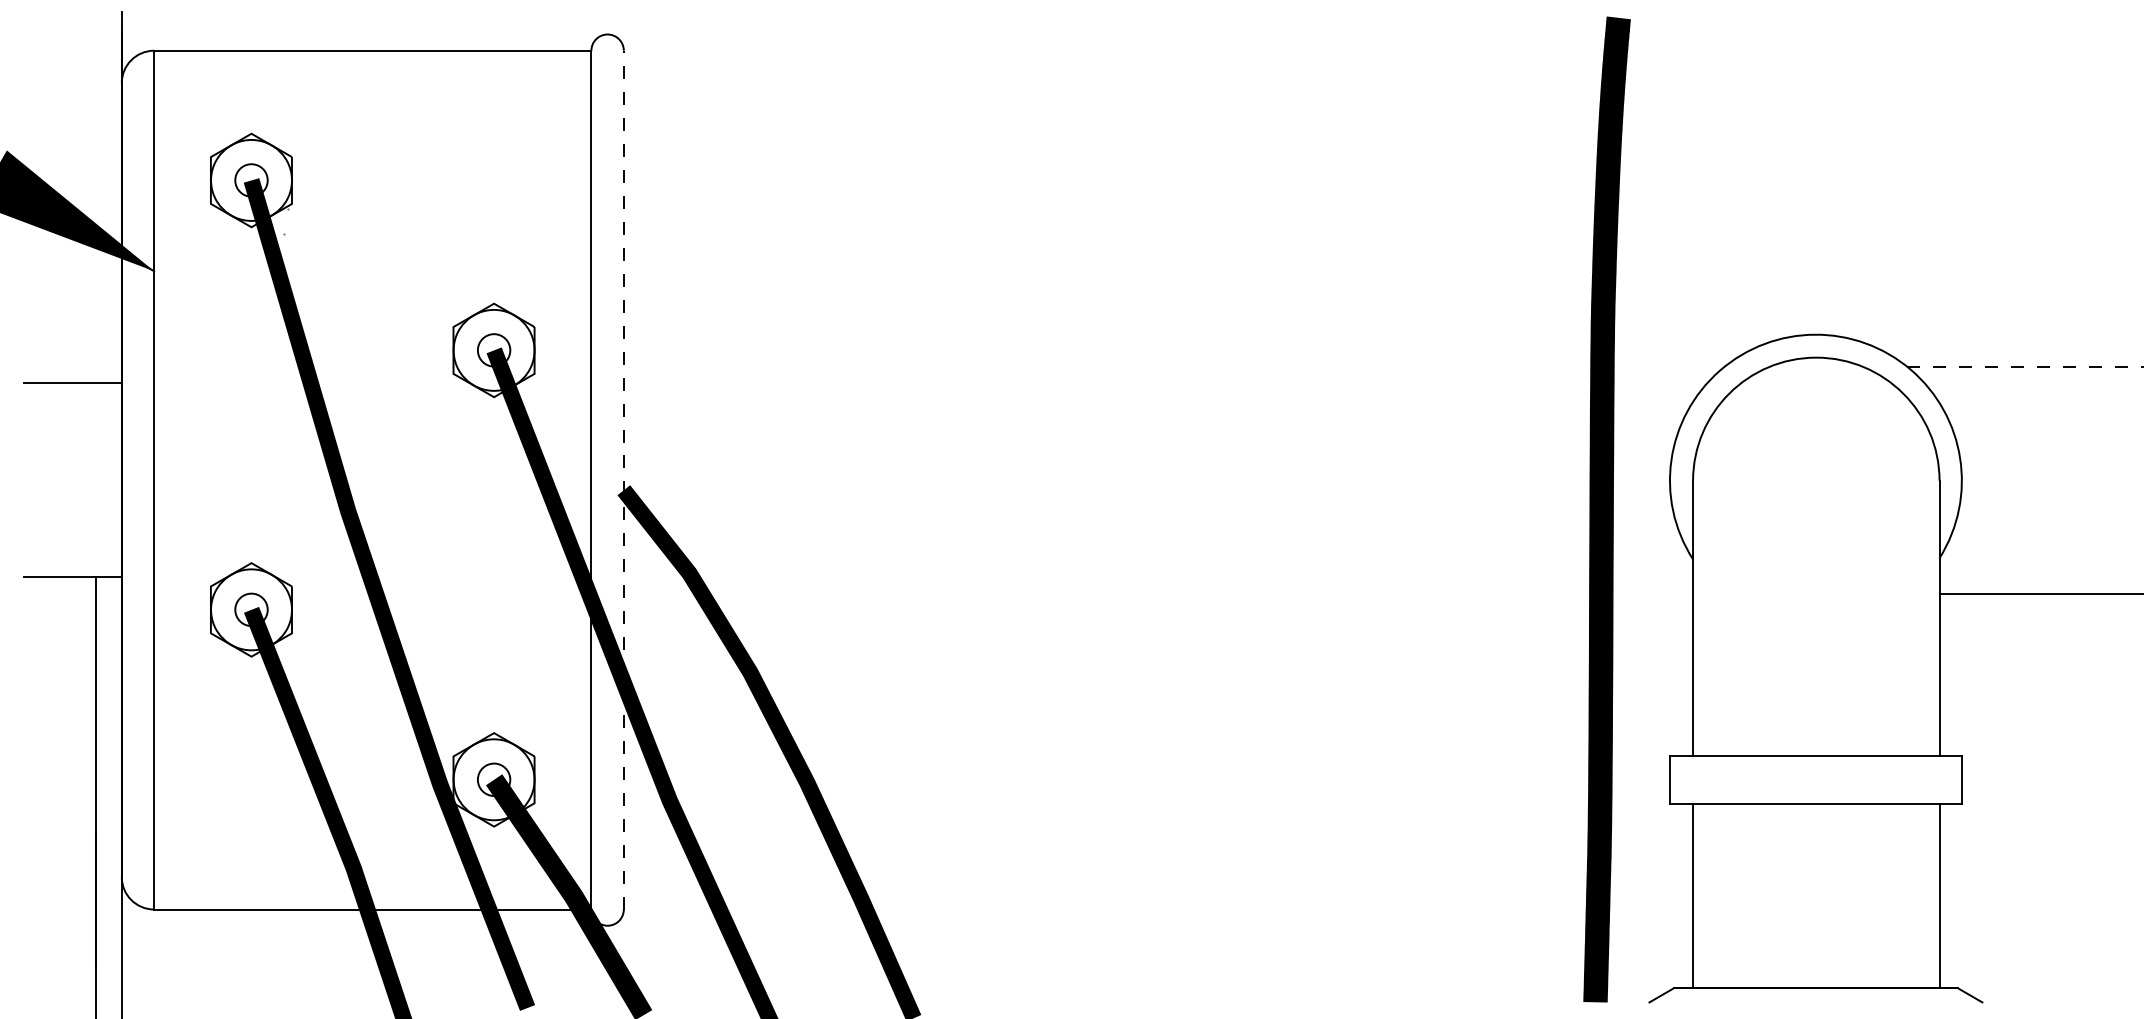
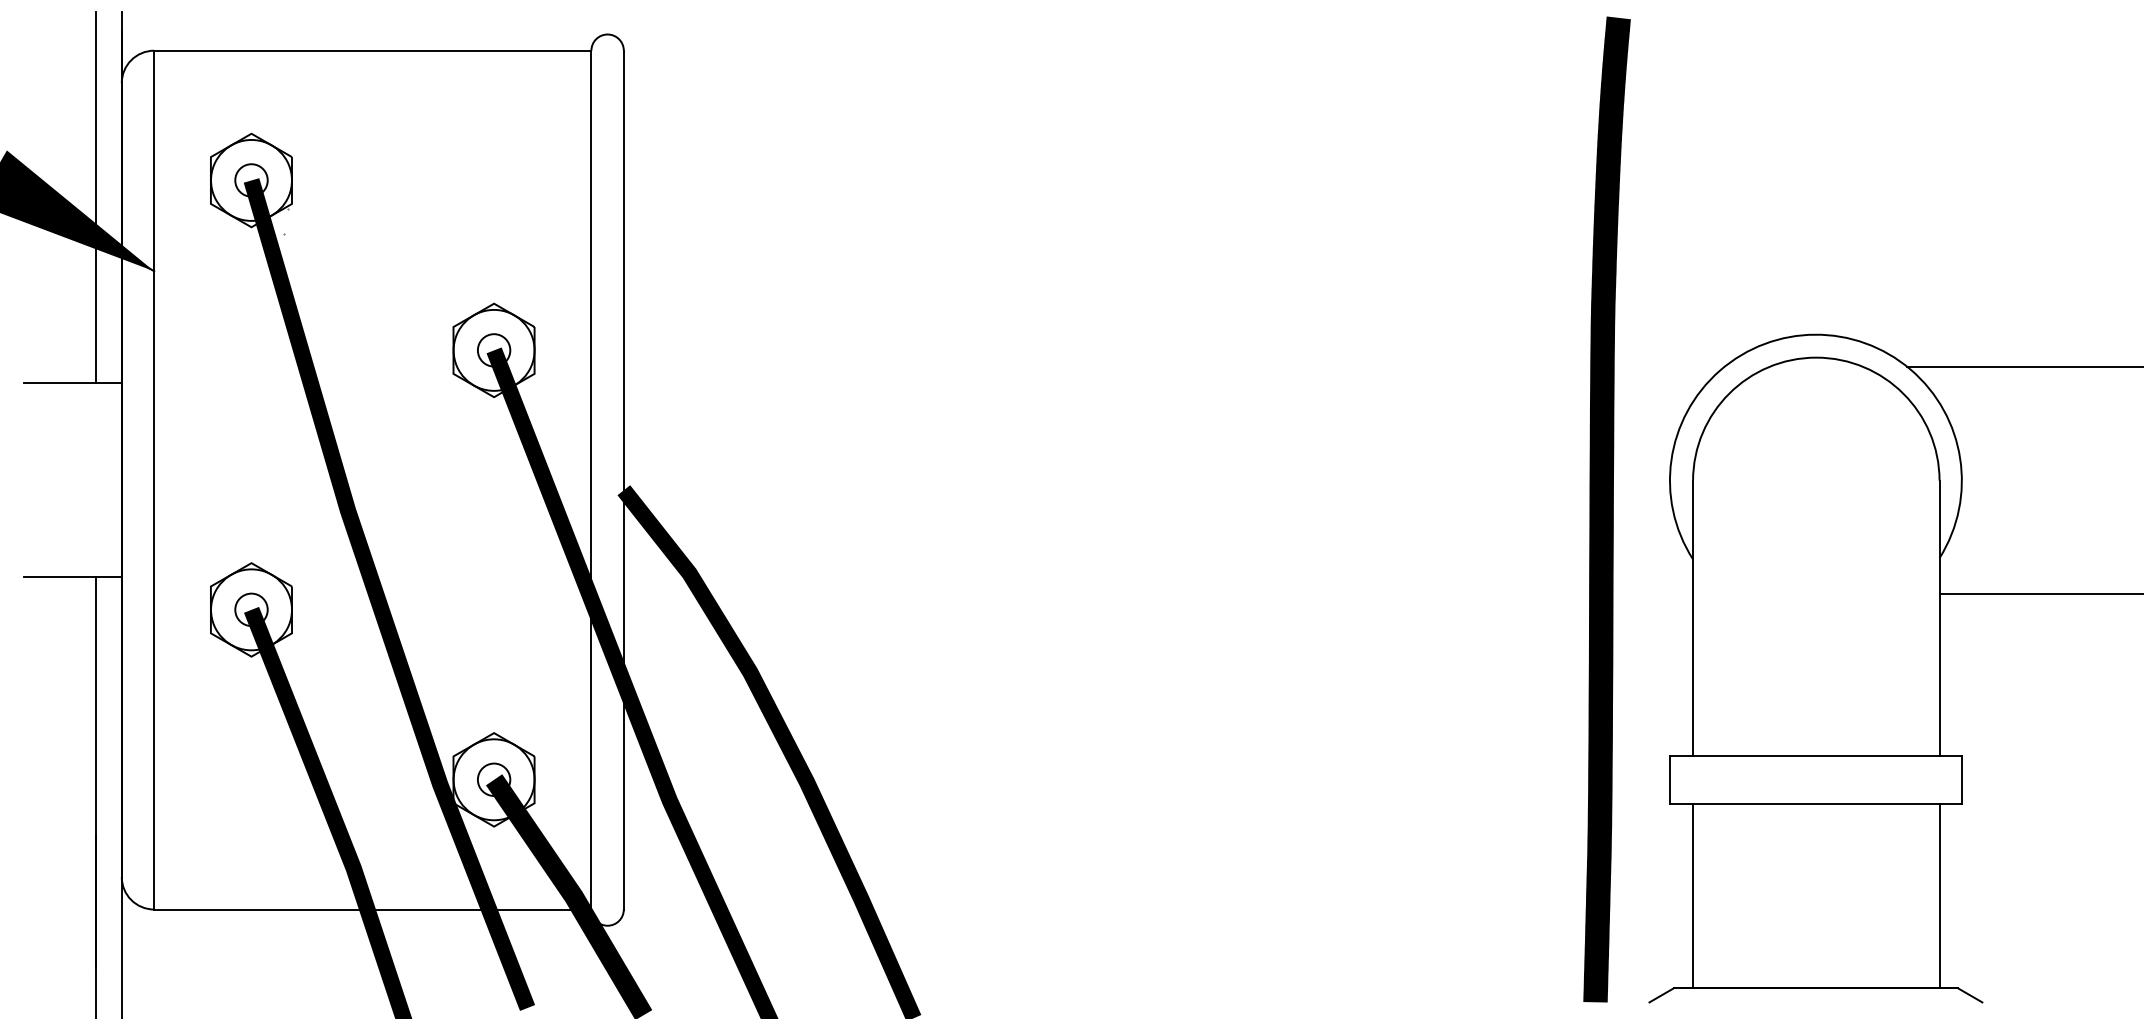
line at (95, 197): none -> present
line at (2025, 366): dashed -> solid
line at (623, 479): dashed -> solid
